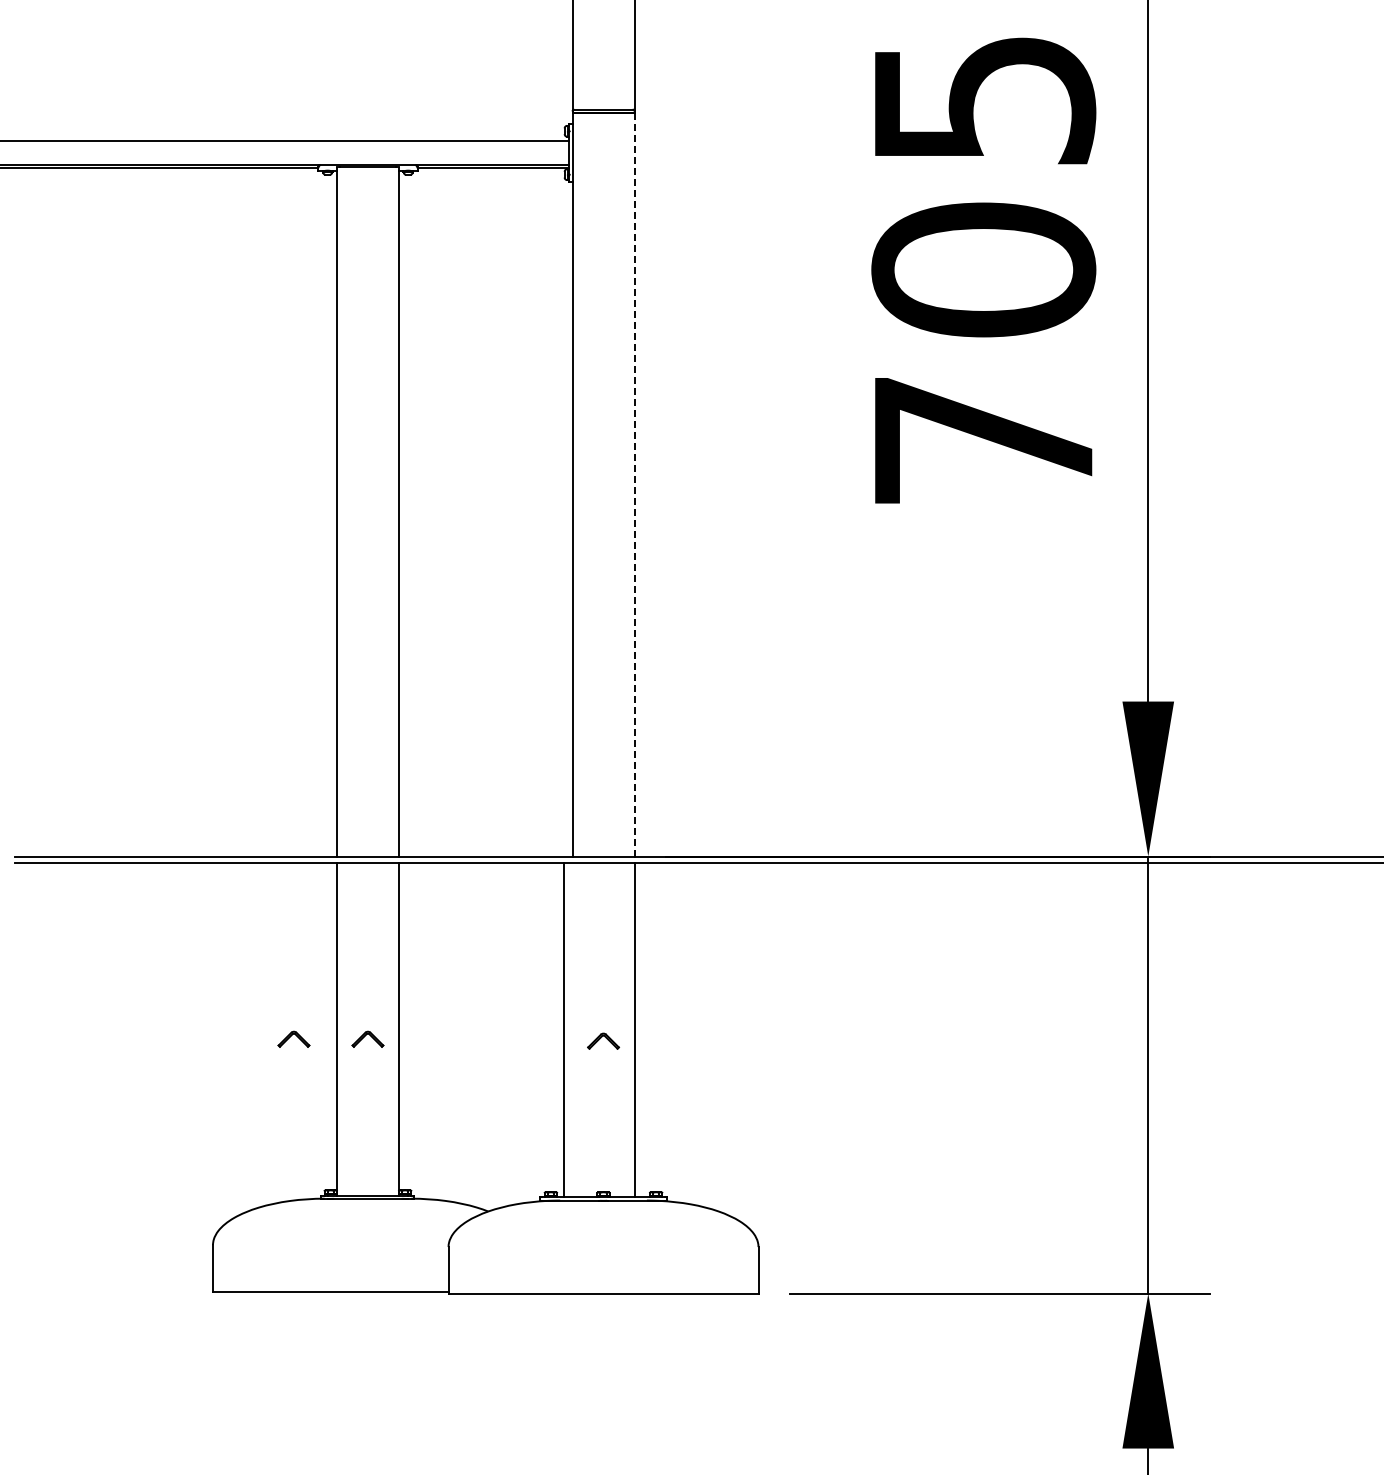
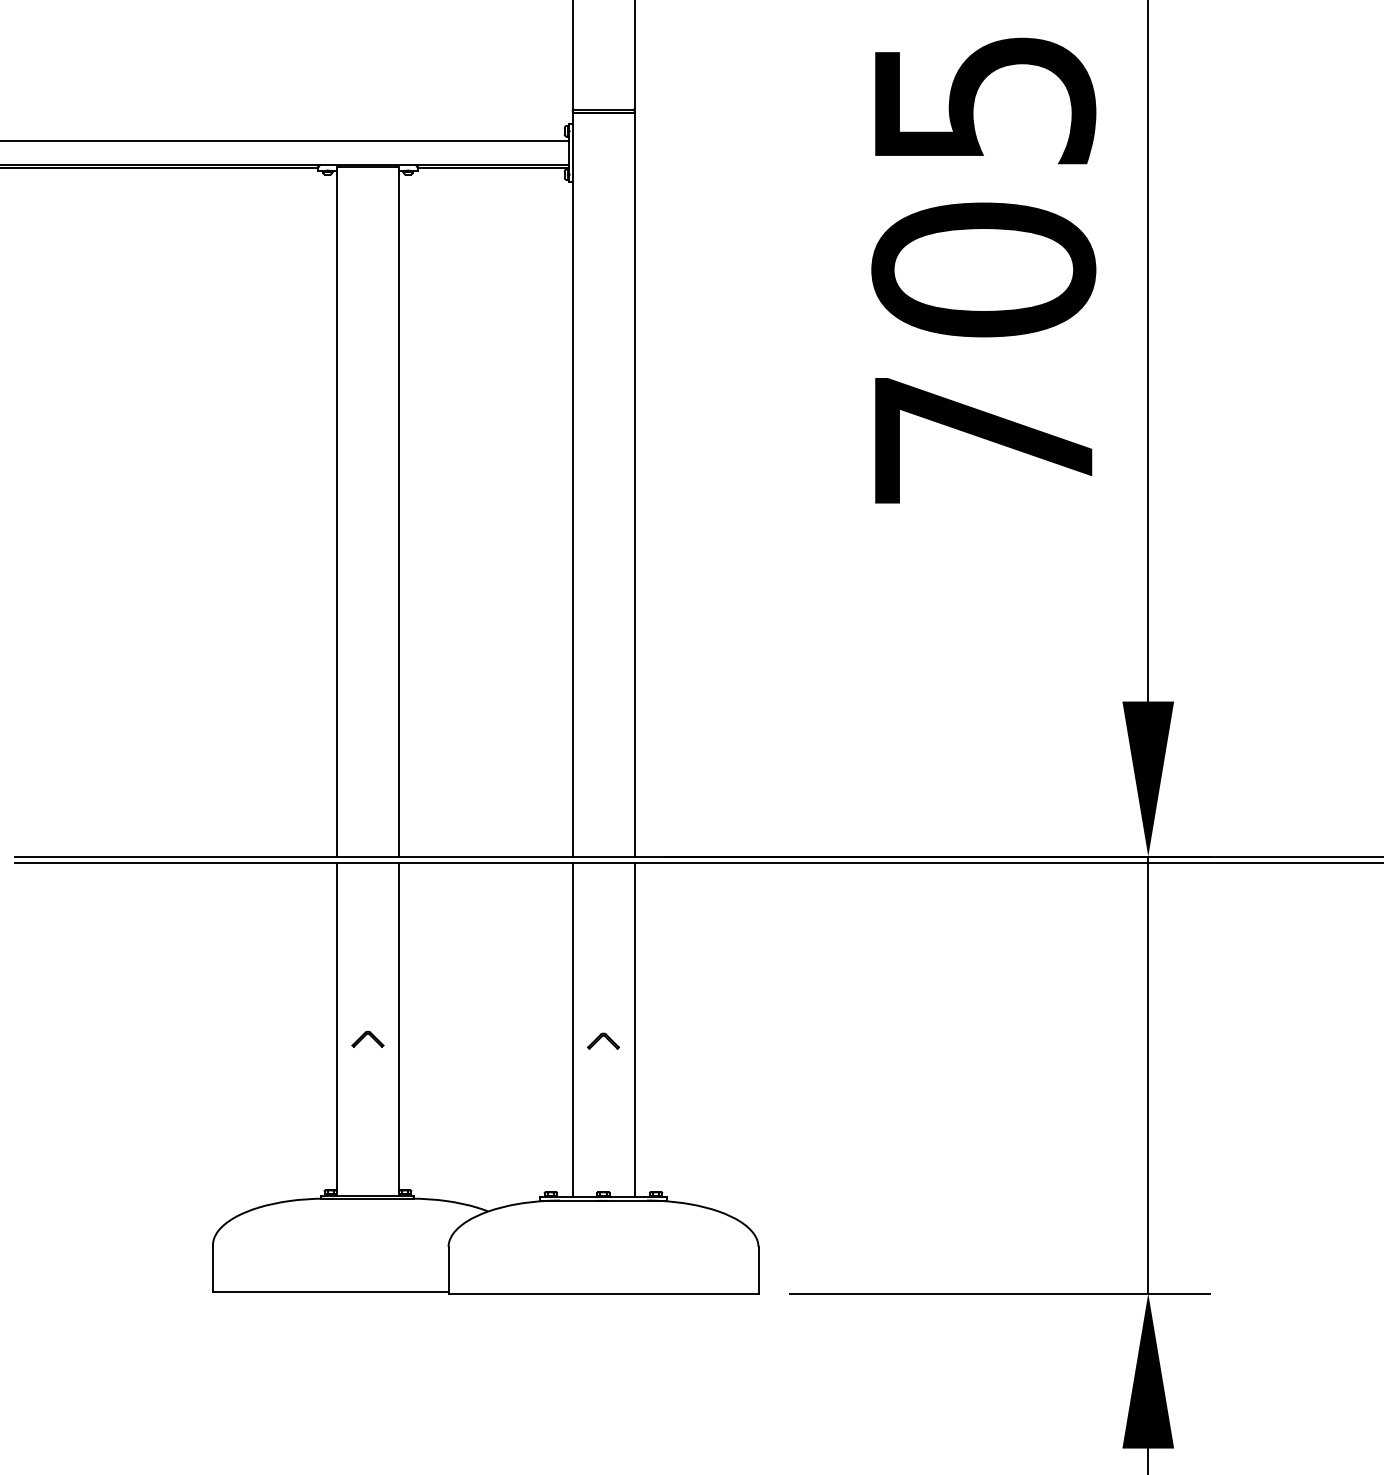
line at (634, 484): dashed -> solid
line at (563, 1029) position: (563, 1029) -> (572, 1029)
part at (293, 1038): present -> none
